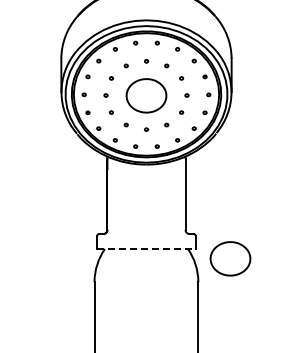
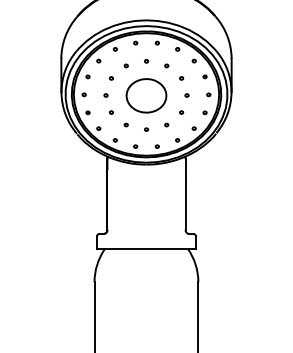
line at (146, 249): dashed -> solid
part at (230, 258): present -> none
